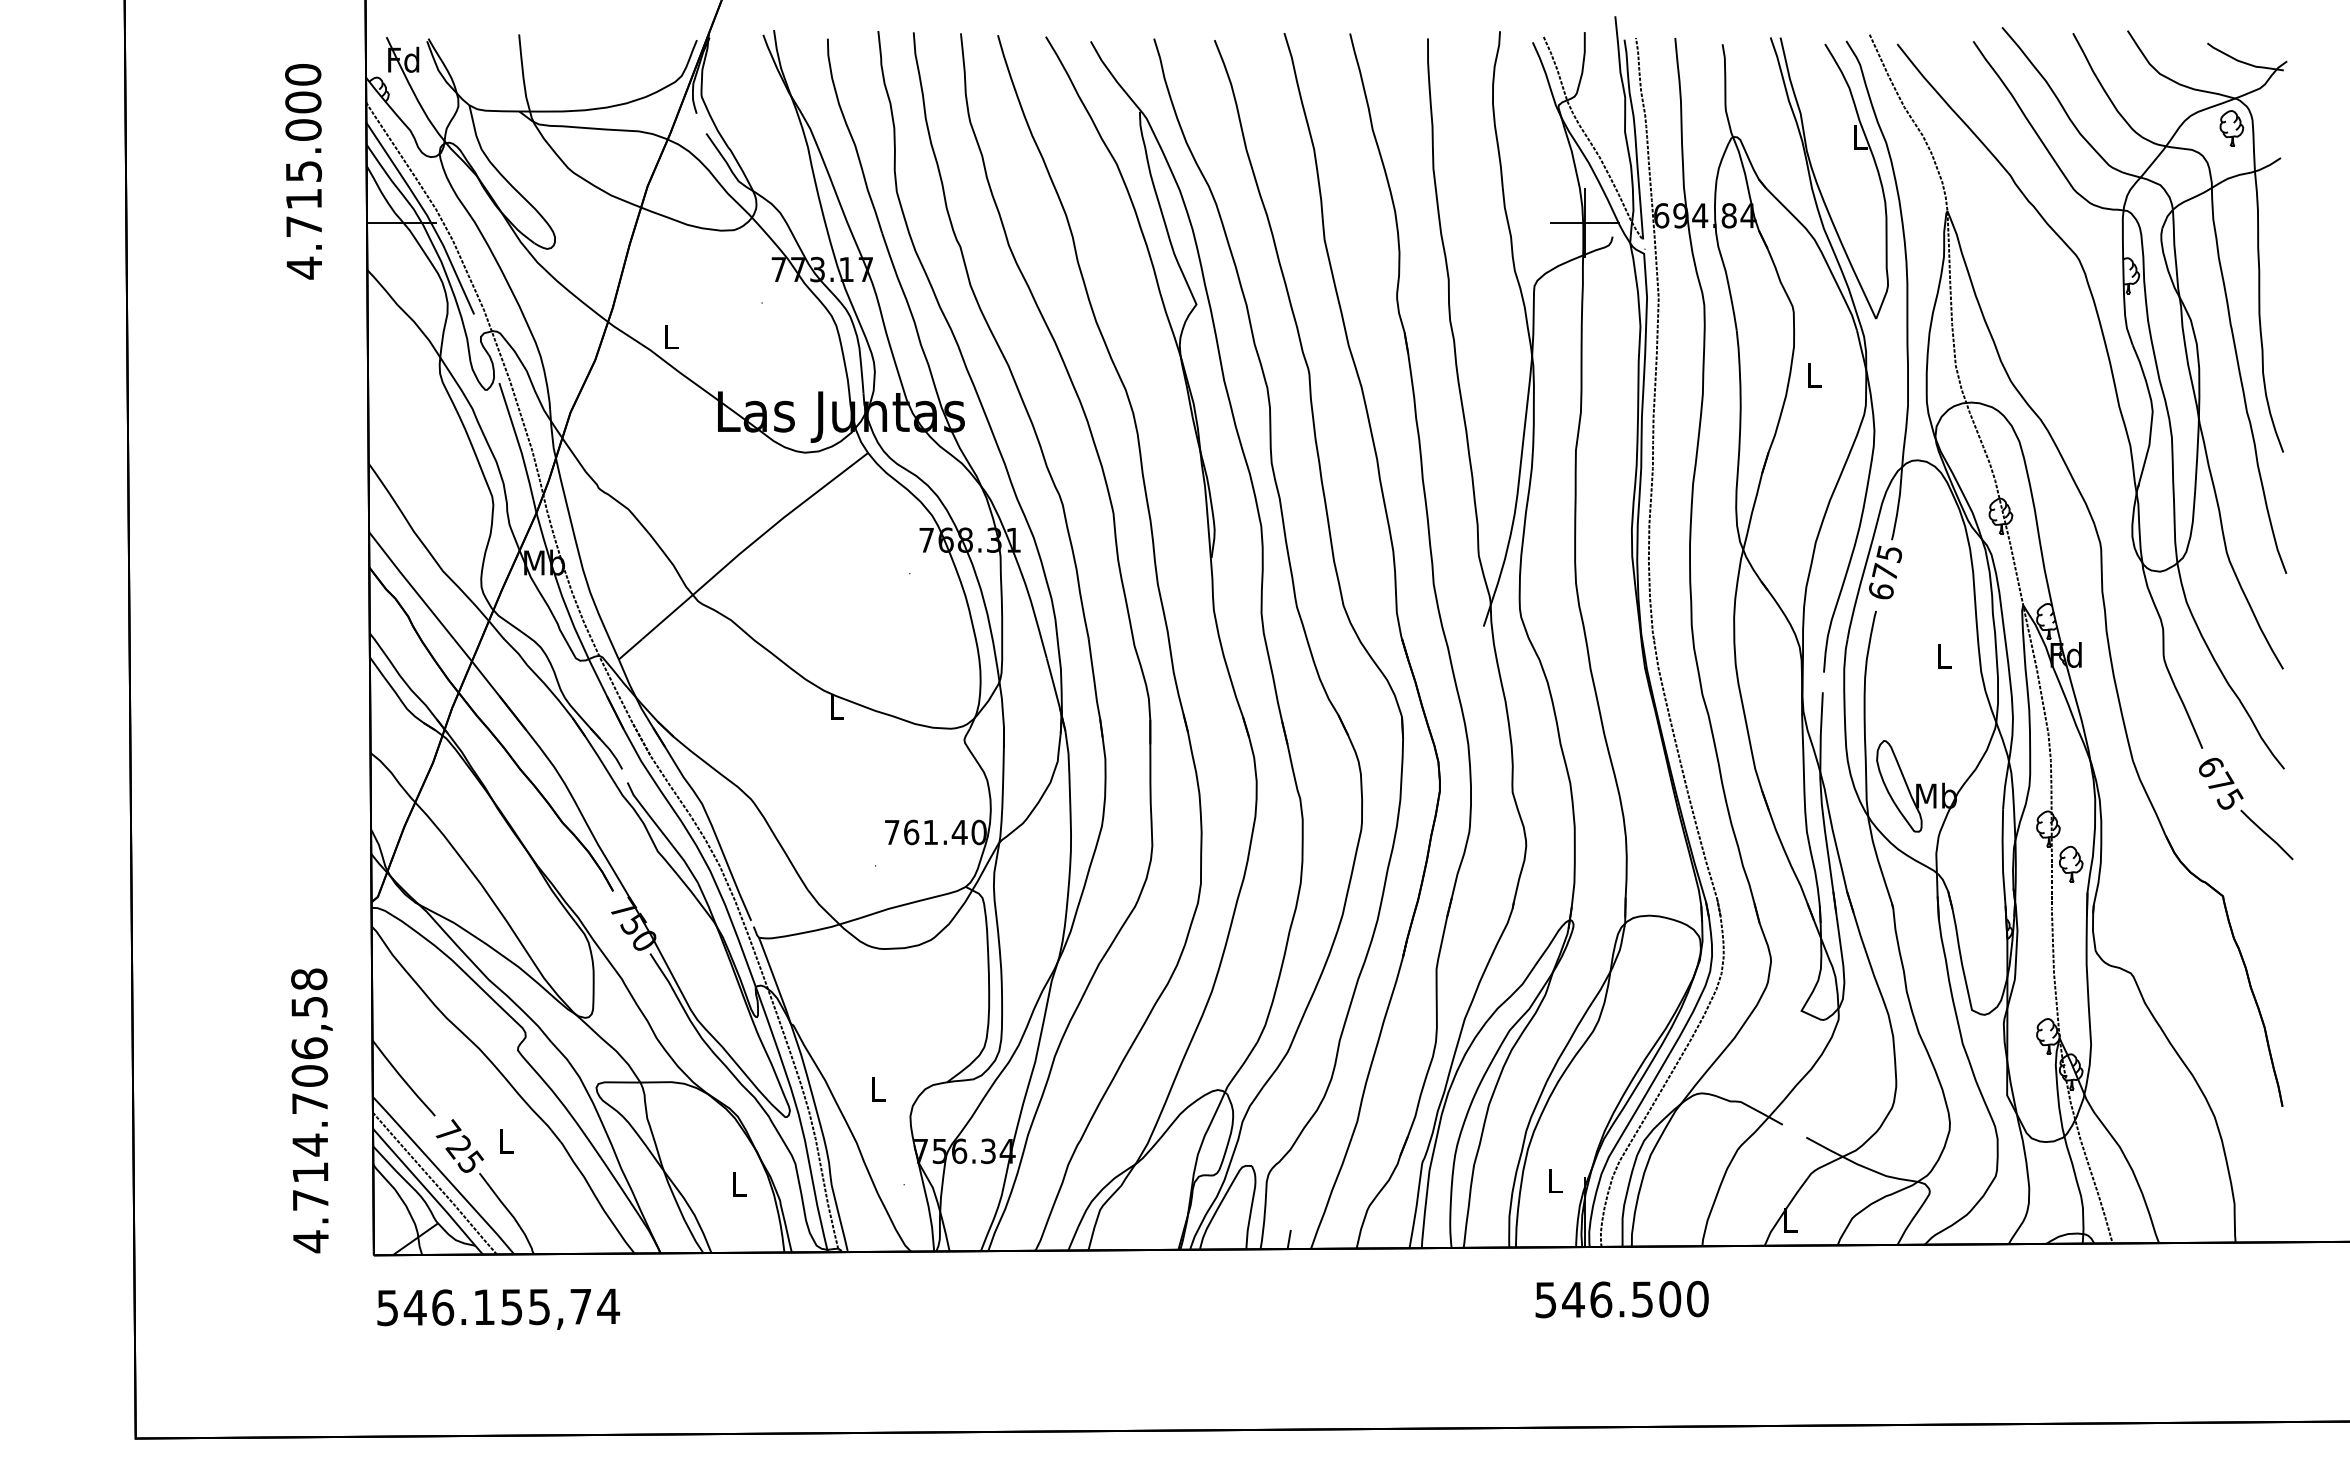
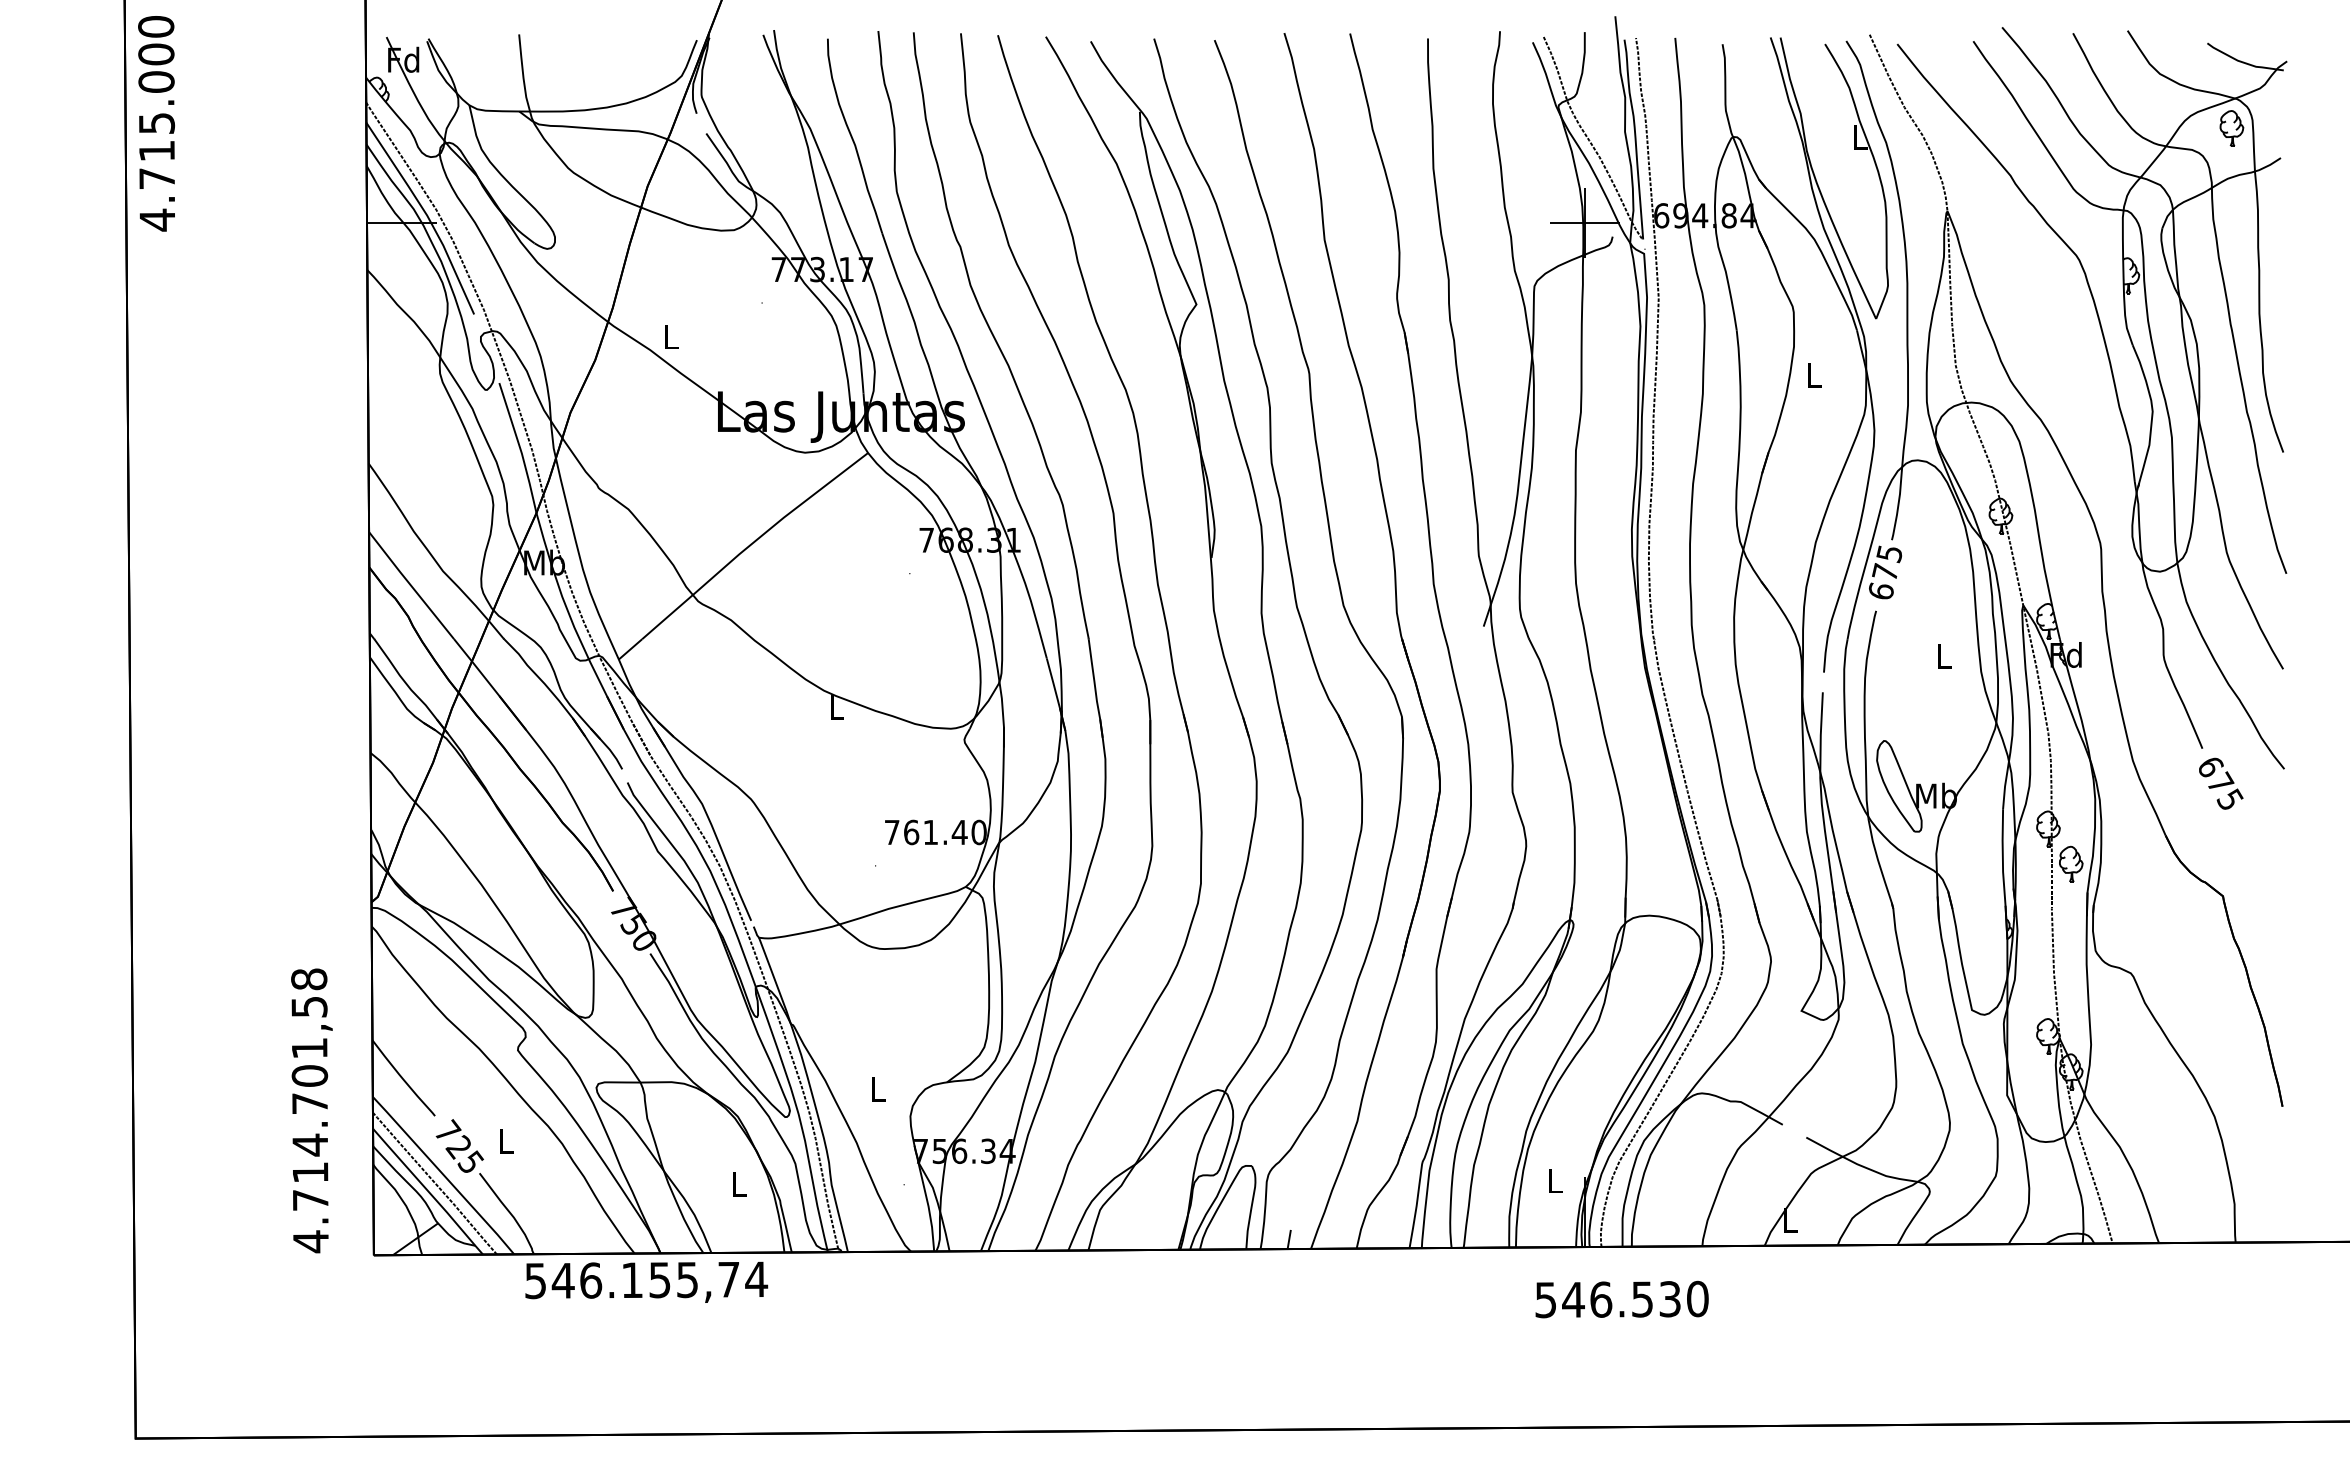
text at (303, 171) position: (303, 171) -> (156, 123)
line at (2266, 834): present -> none
text at (309, 1048): 4.714.706,58 -> 4.714.701,58
text at (1670, 1299): 546.500 -> 546.530
text at (498, 1308) position: (498, 1308) -> (646, 1281)
